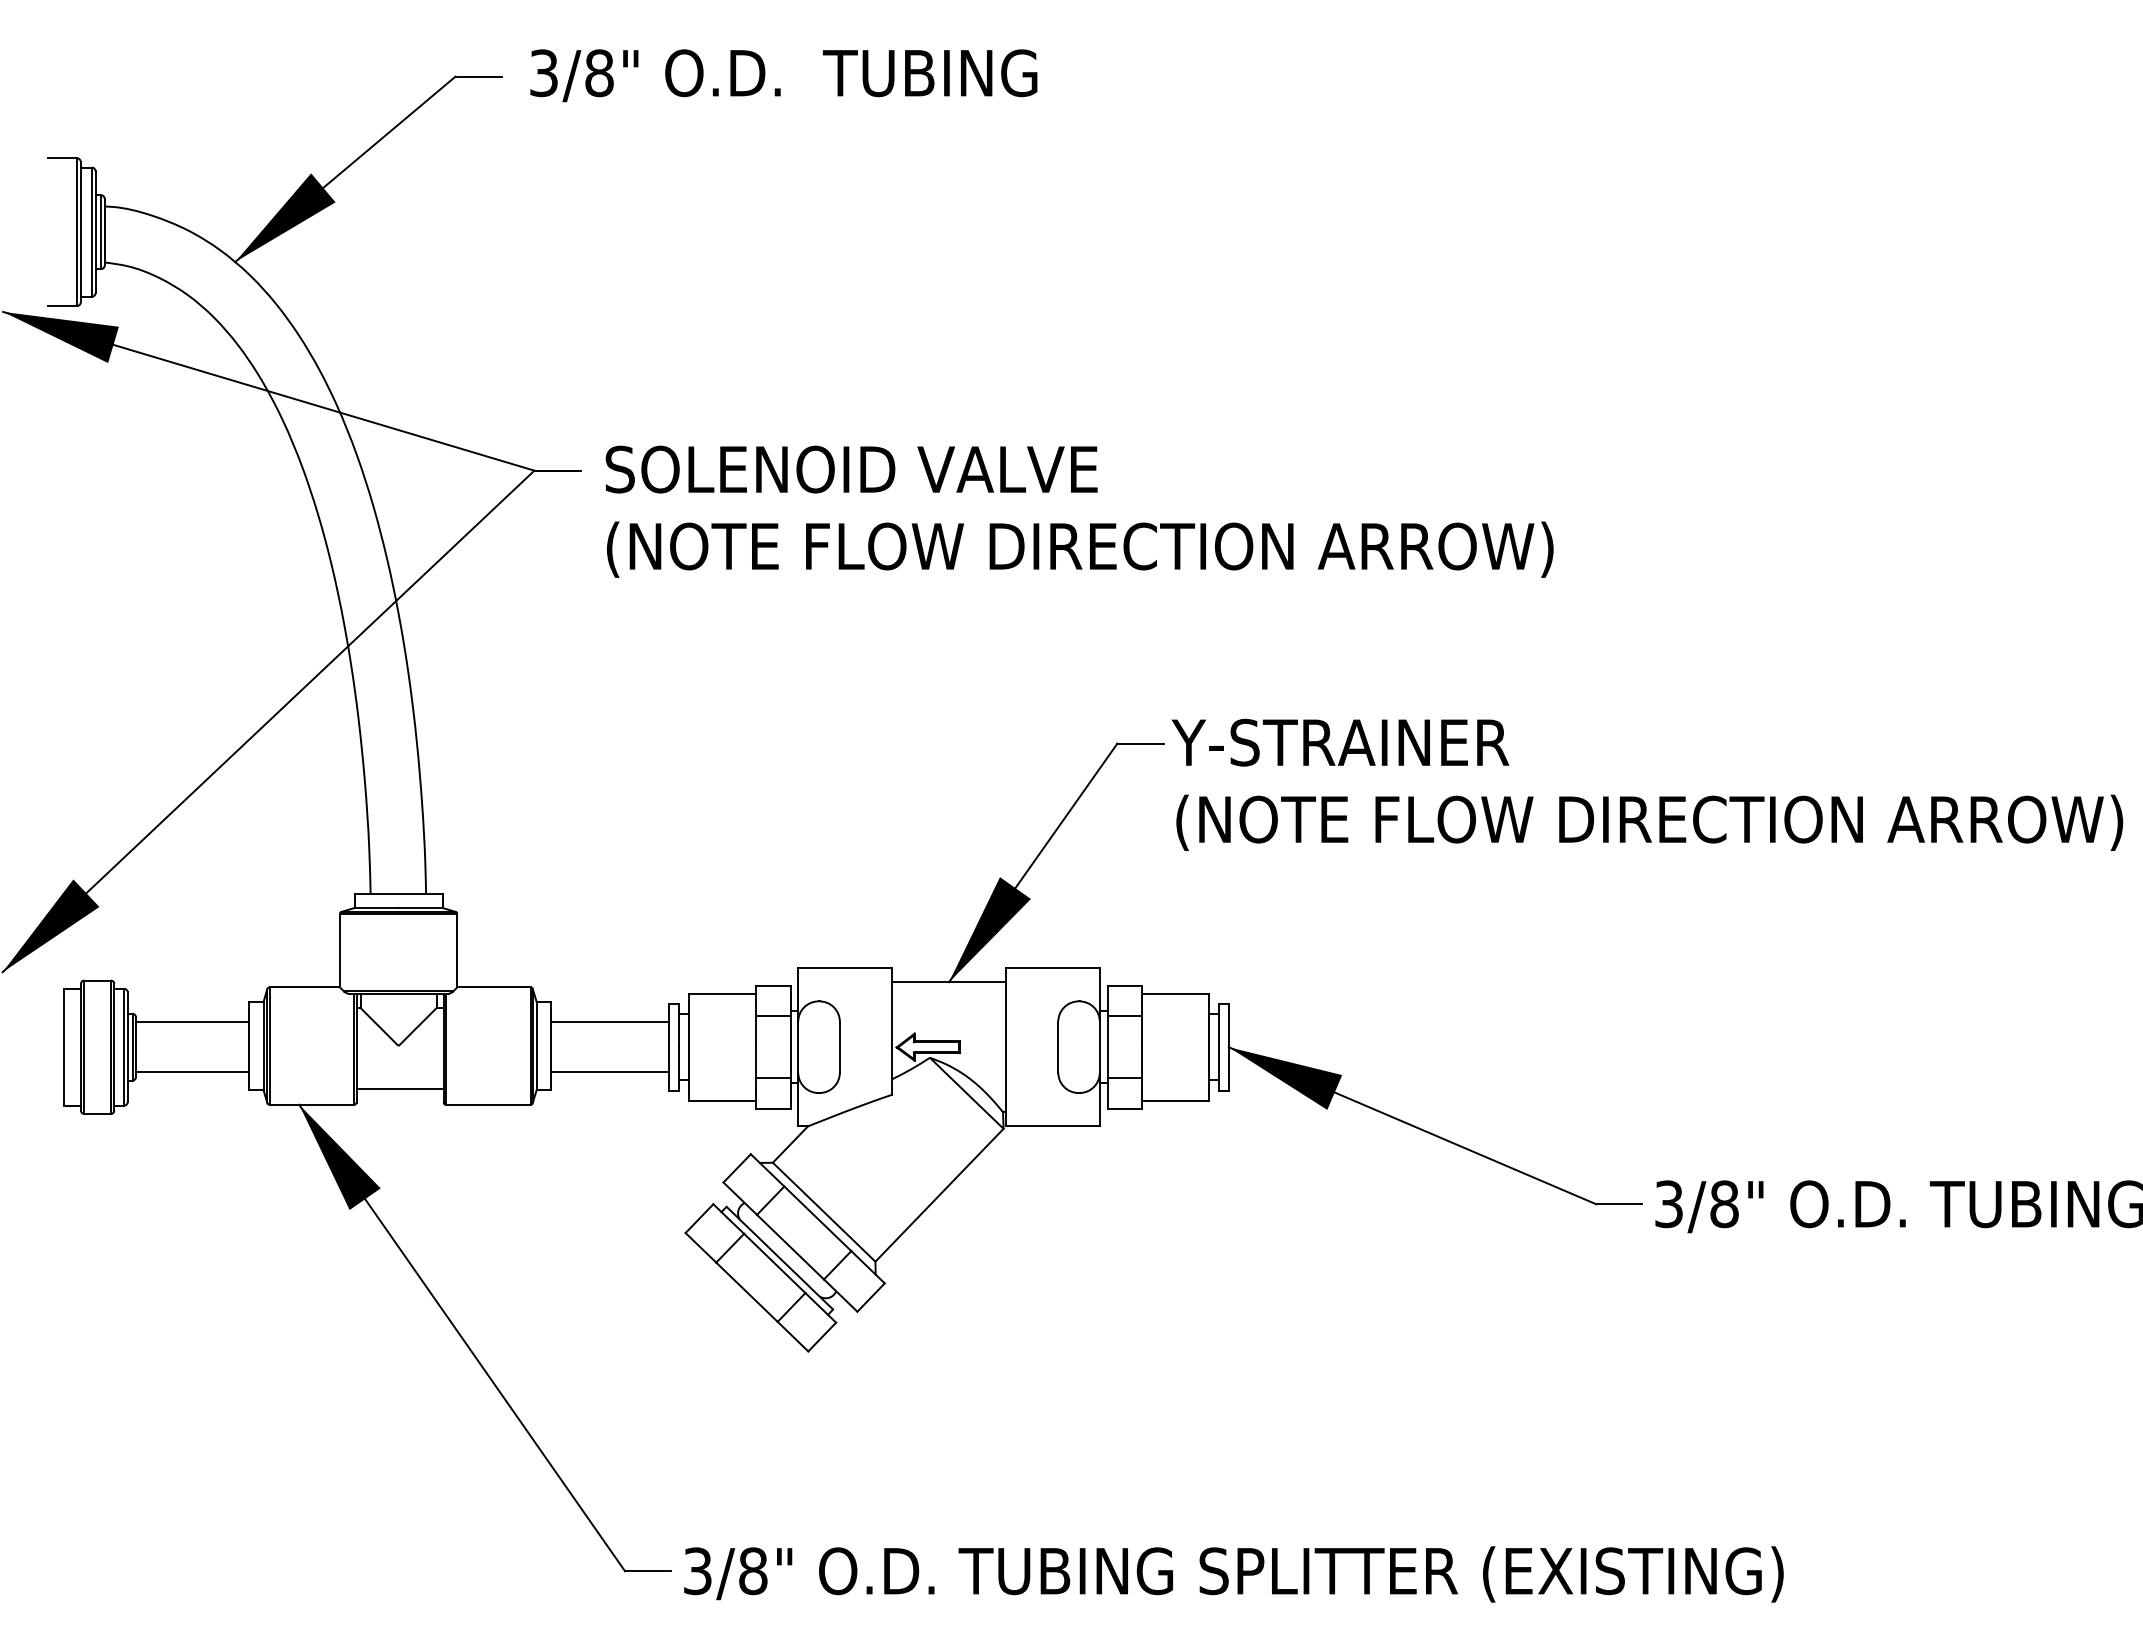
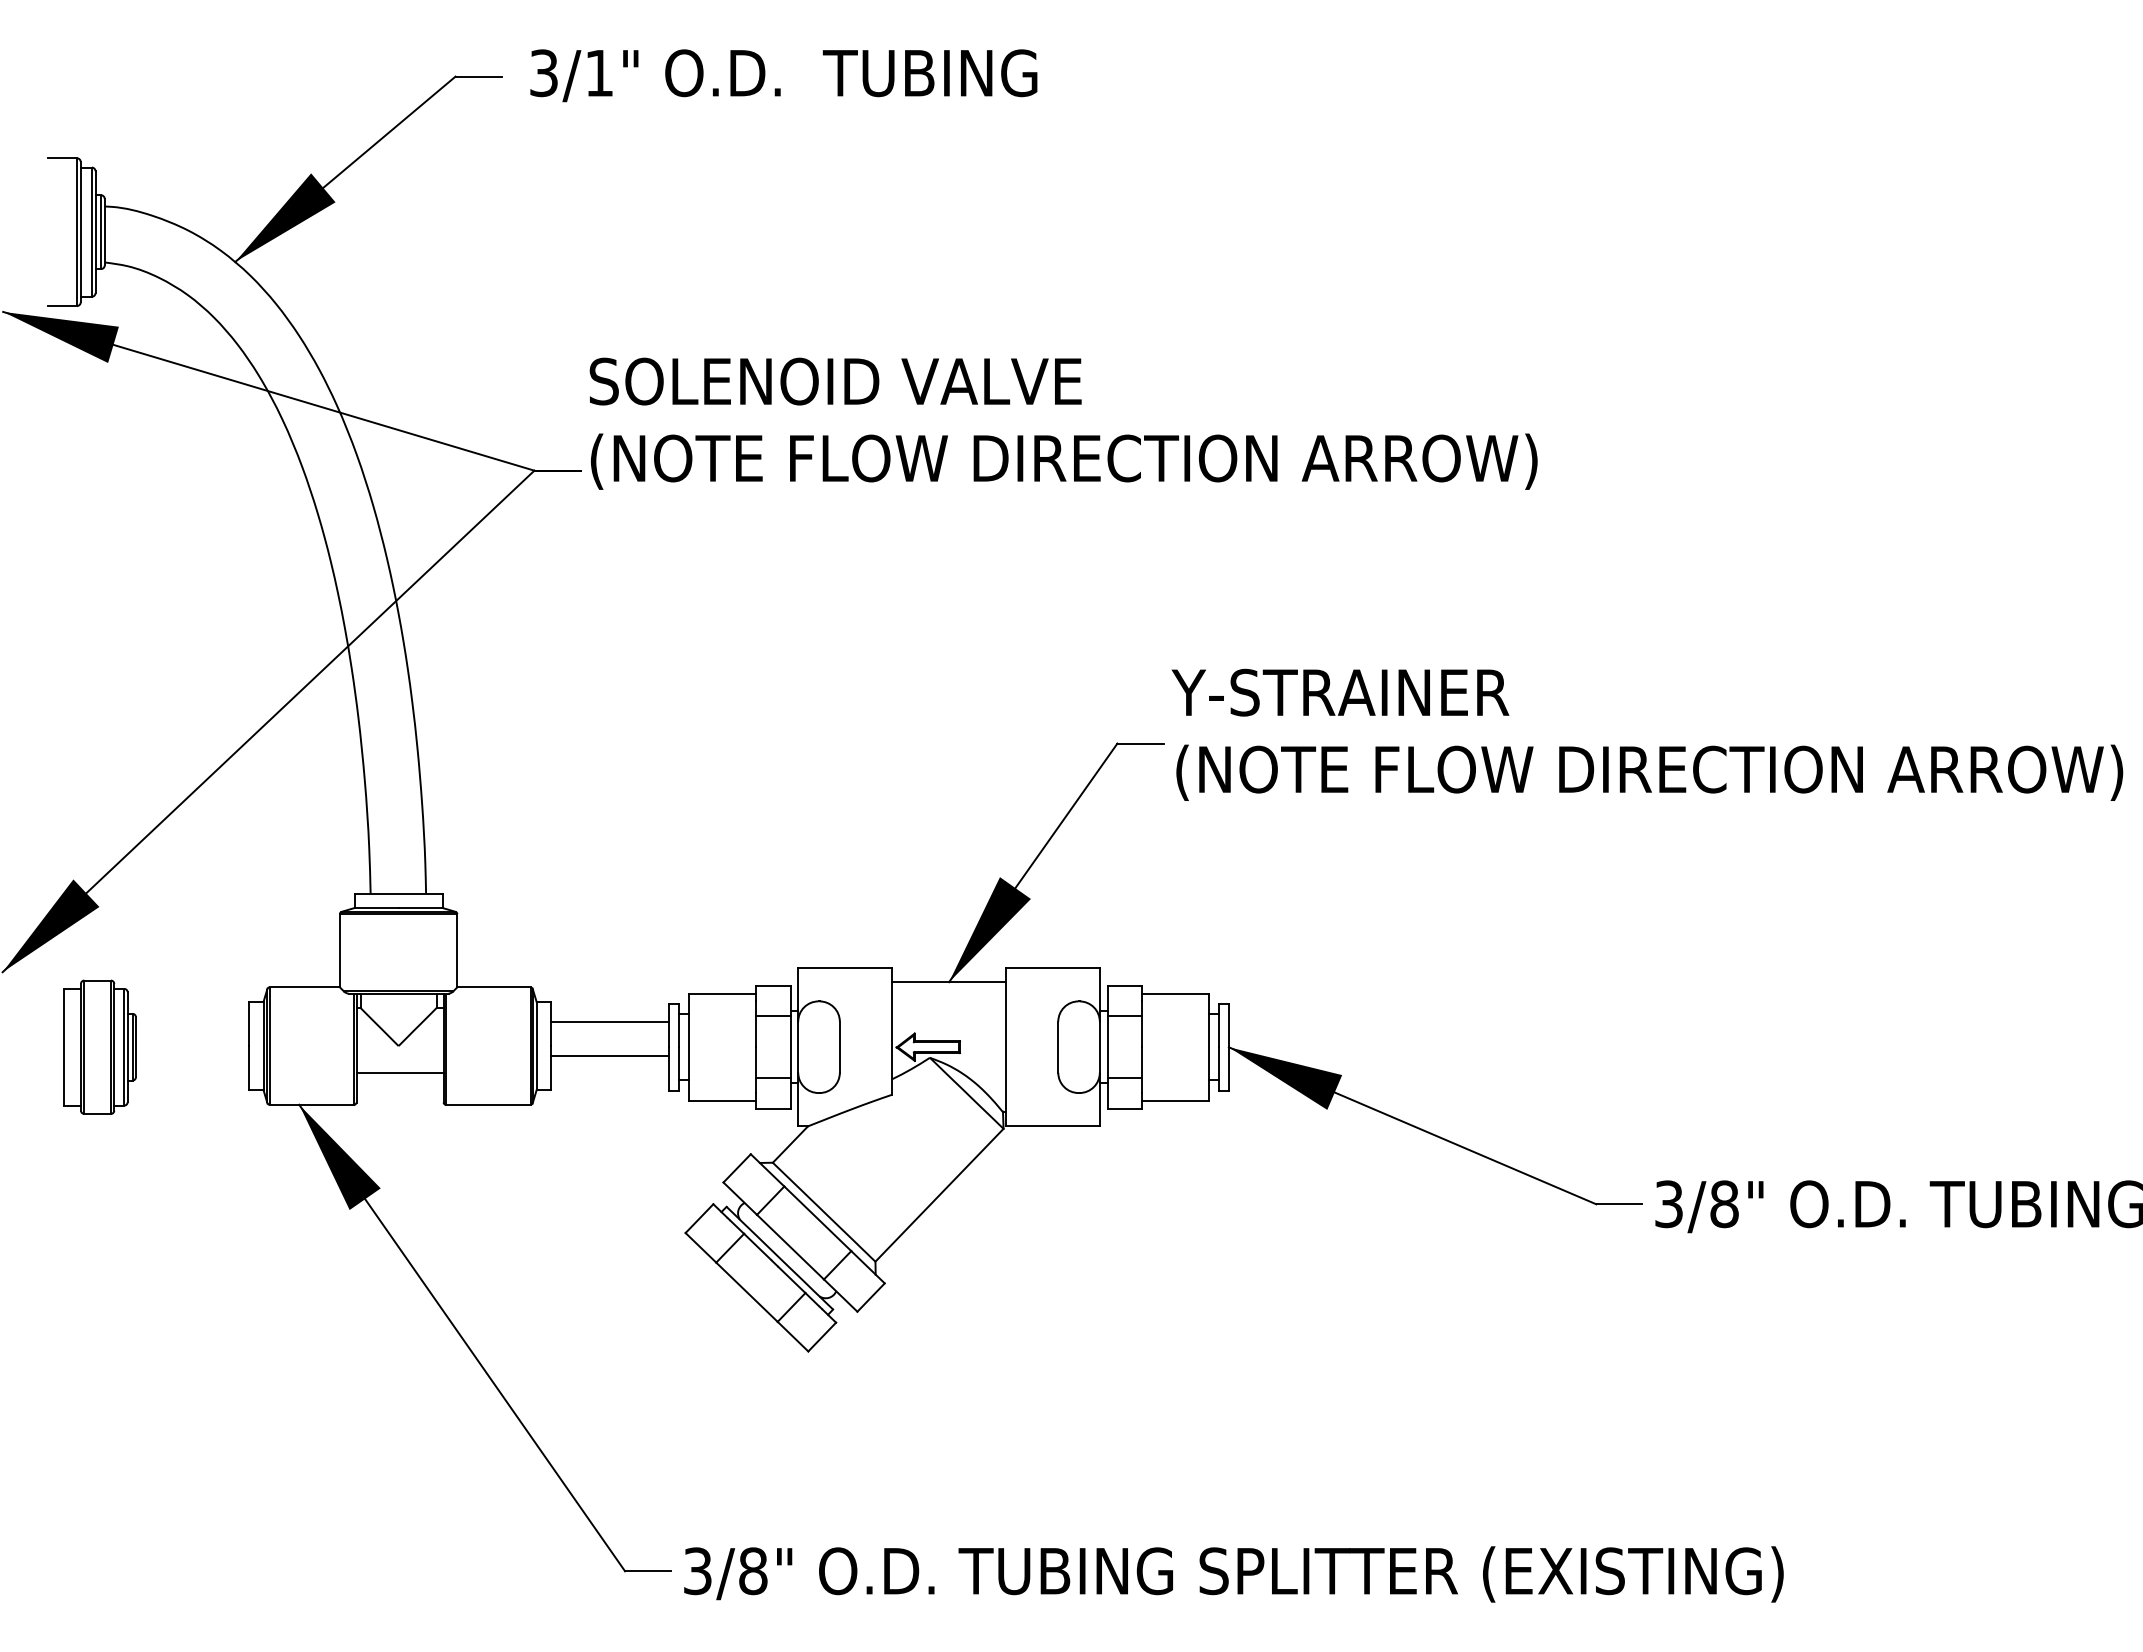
text at (599, 73): 3/8" -> 3/1"
text at (1079, 511) position: (1079, 511) -> (1063, 423)
text at (1647, 784) position: (1647, 784) -> (1647, 734)
line at (192, 1022): present -> none
line at (192, 1072): present -> none
line at (609, 1072) position: (609, 1072) -> (609, 1056)
line at (399, 1089) position: (399, 1089) -> (399, 1073)
